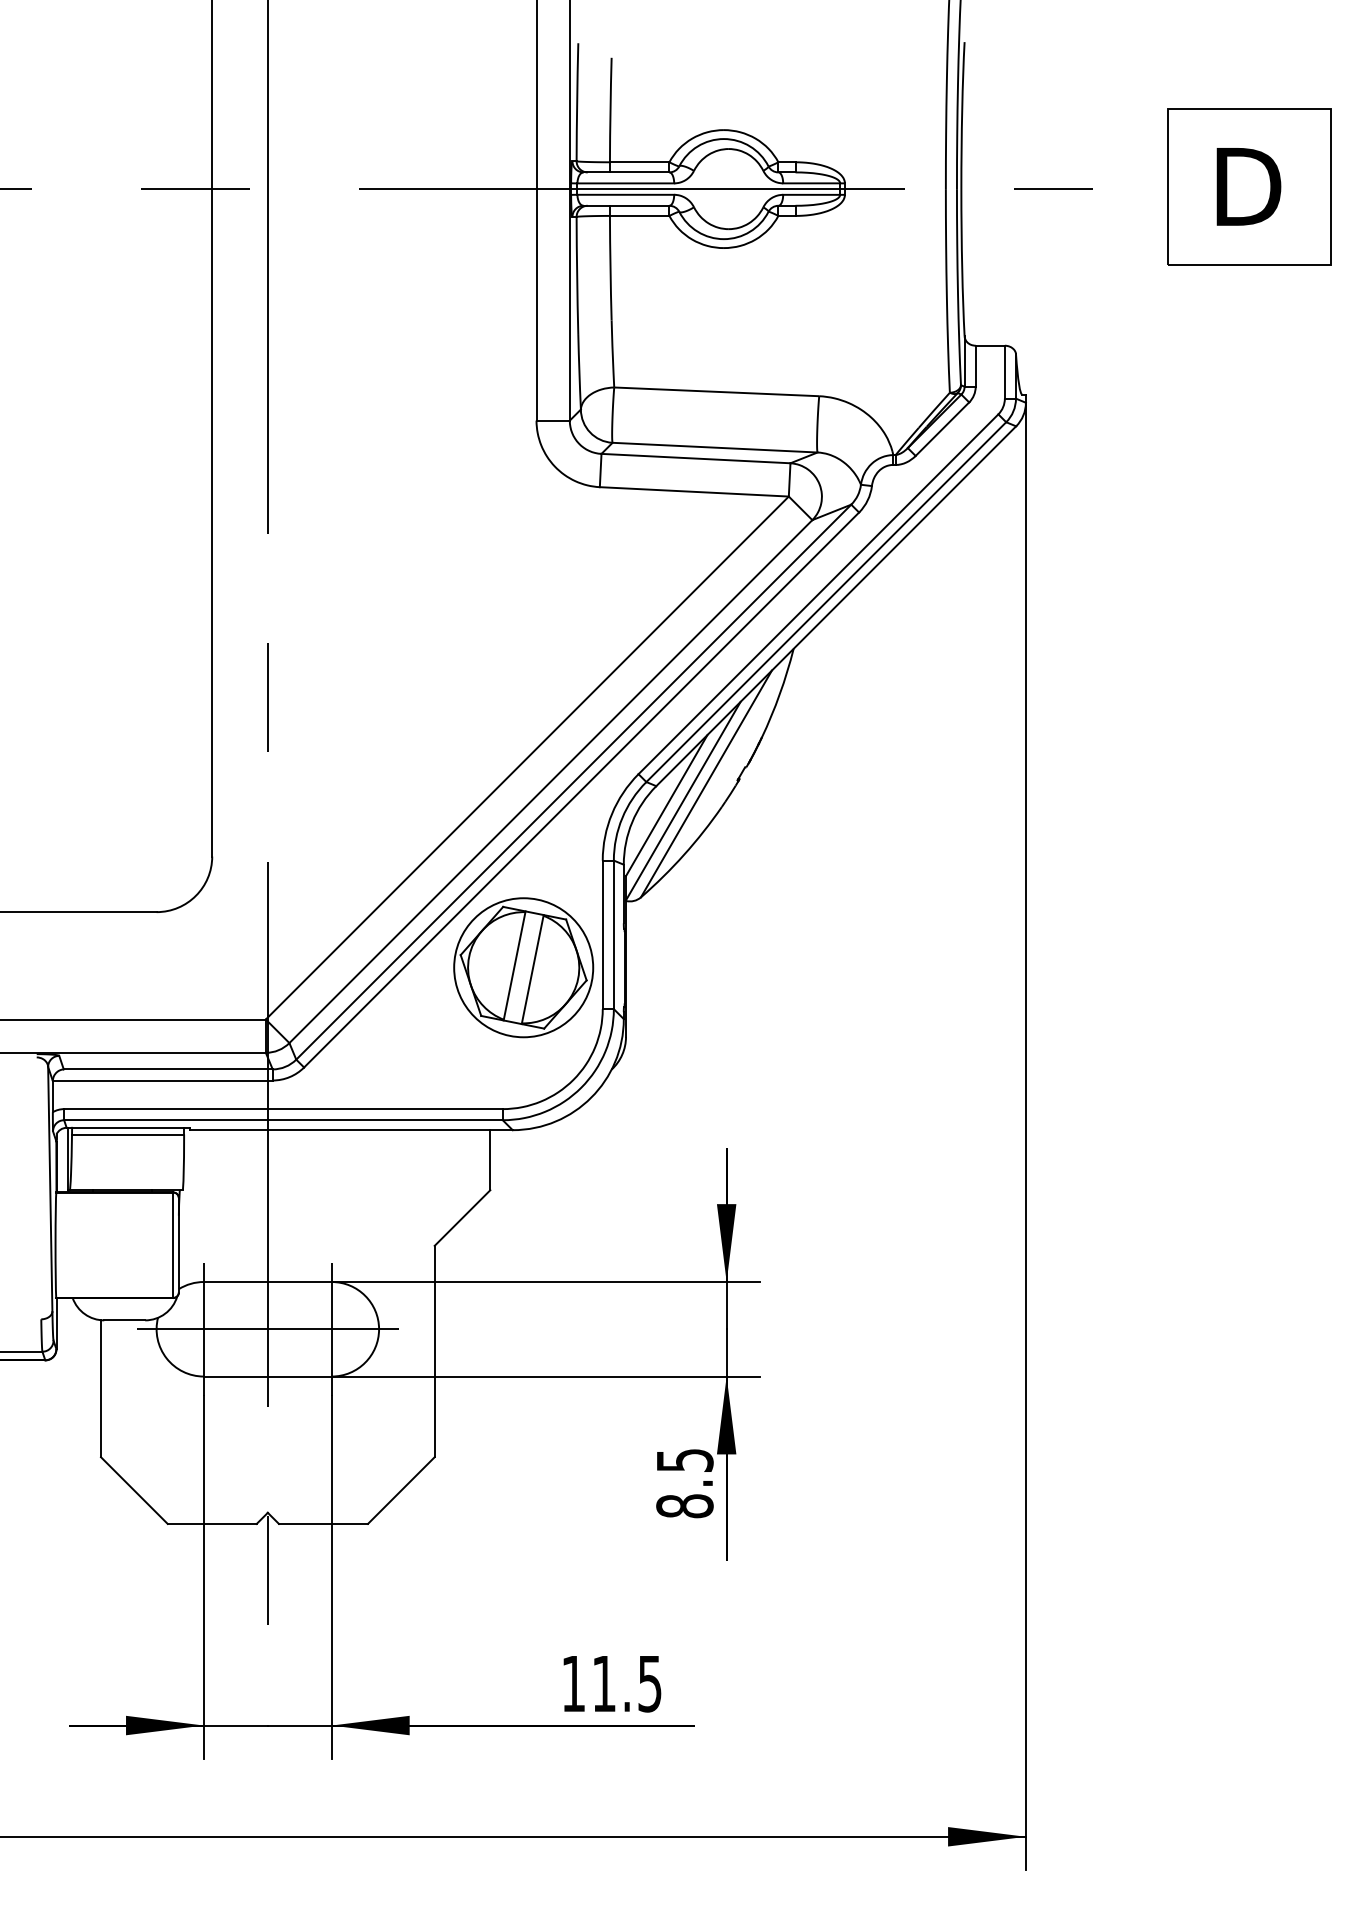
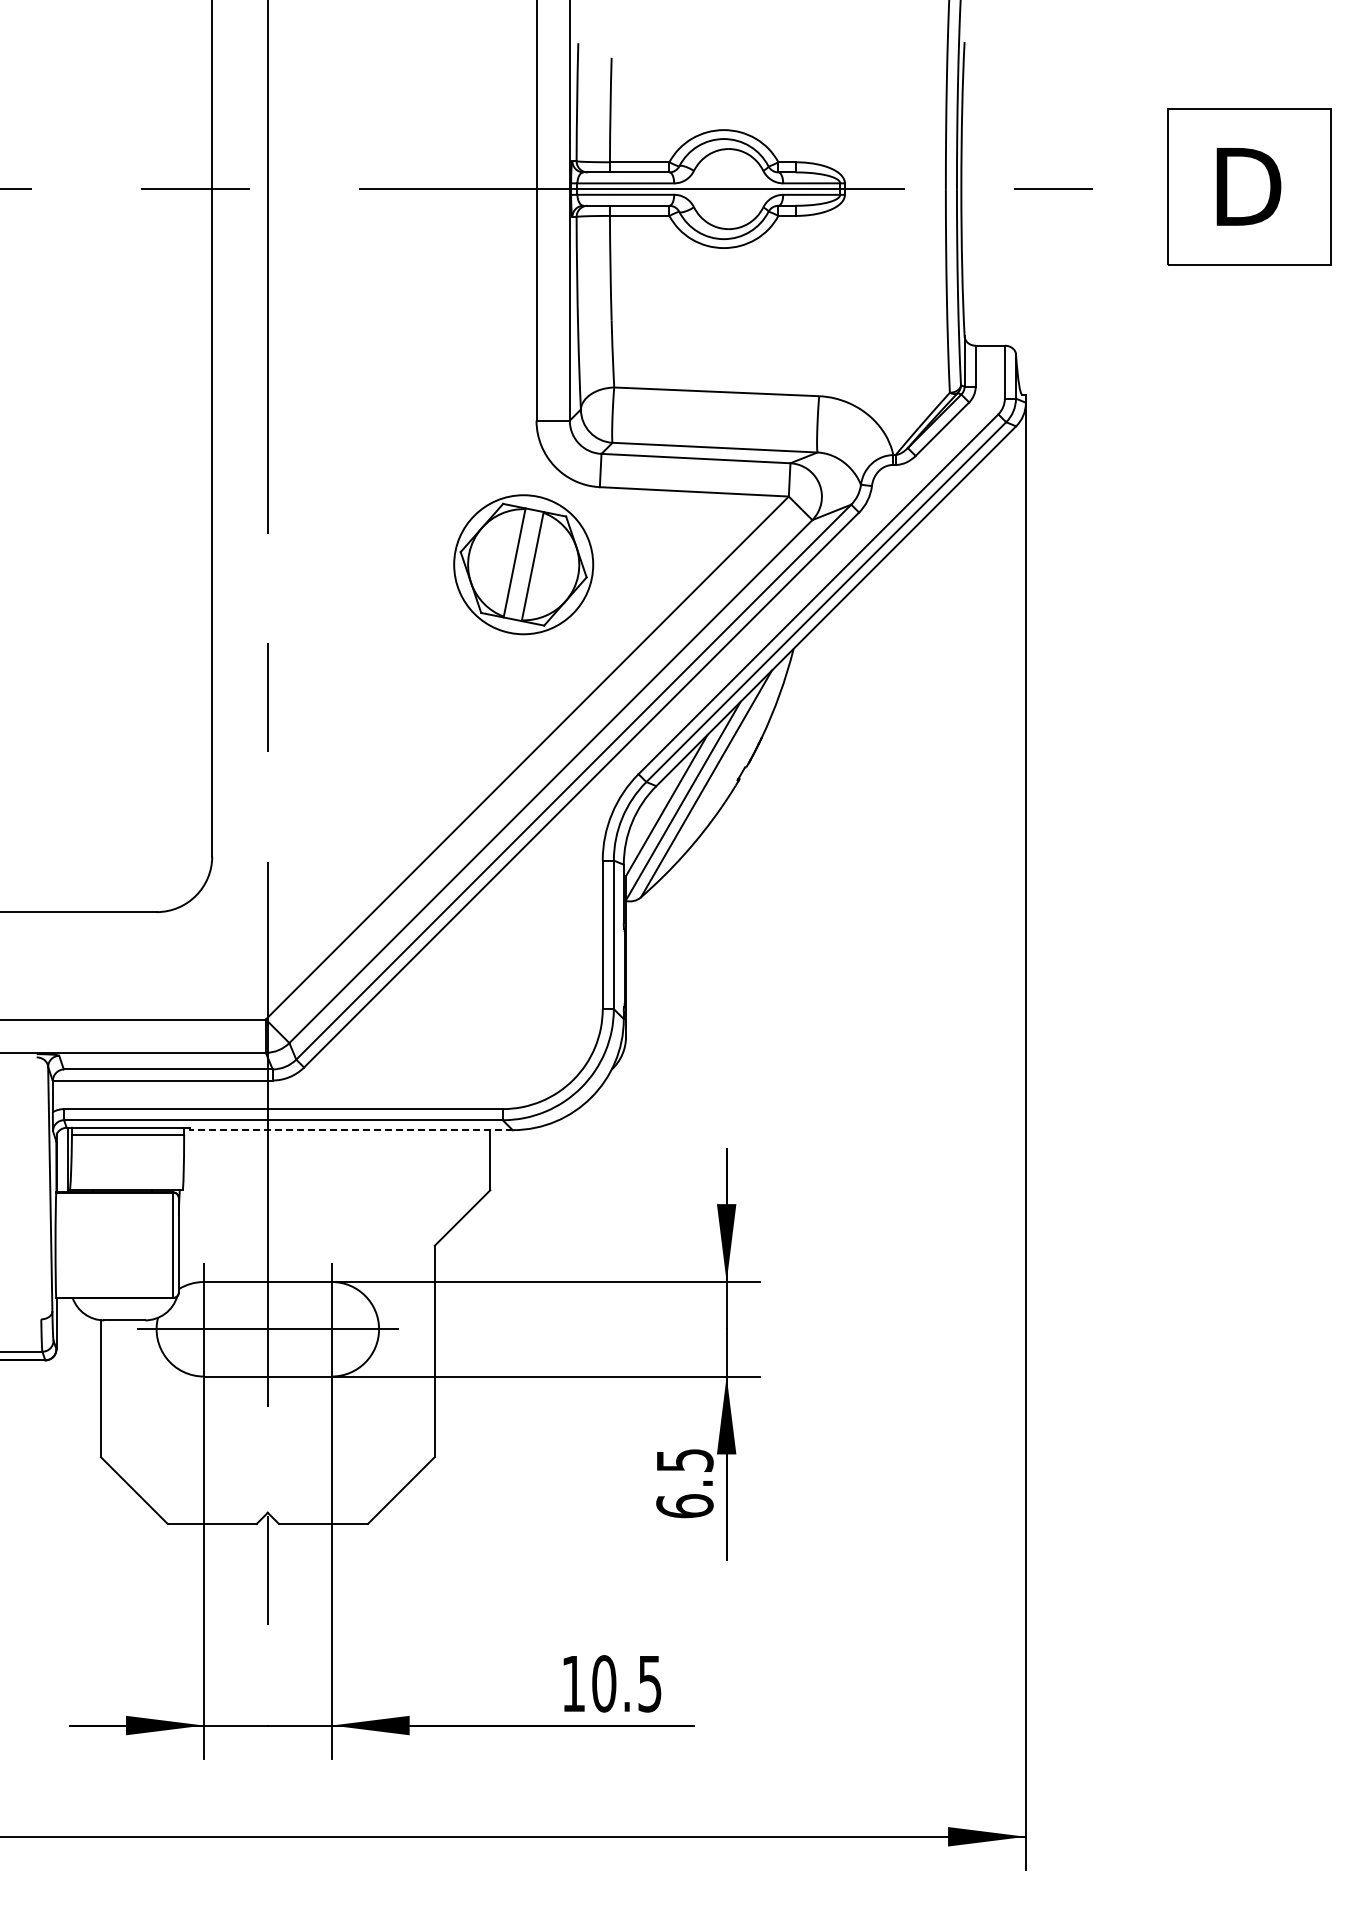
part at (523, 967) position: (523, 967) -> (523, 564)
line at (350, 1130): solid -> dashed
text at (684, 1506): 8.5 -> 6.5
text at (604, 1683): 11.5 -> 10.5
